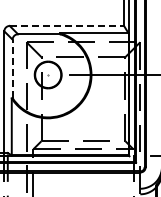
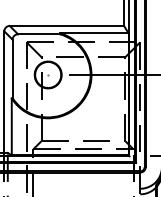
line at (67, 25): dashed -> solid
line at (12, 68): dashed -> solid
